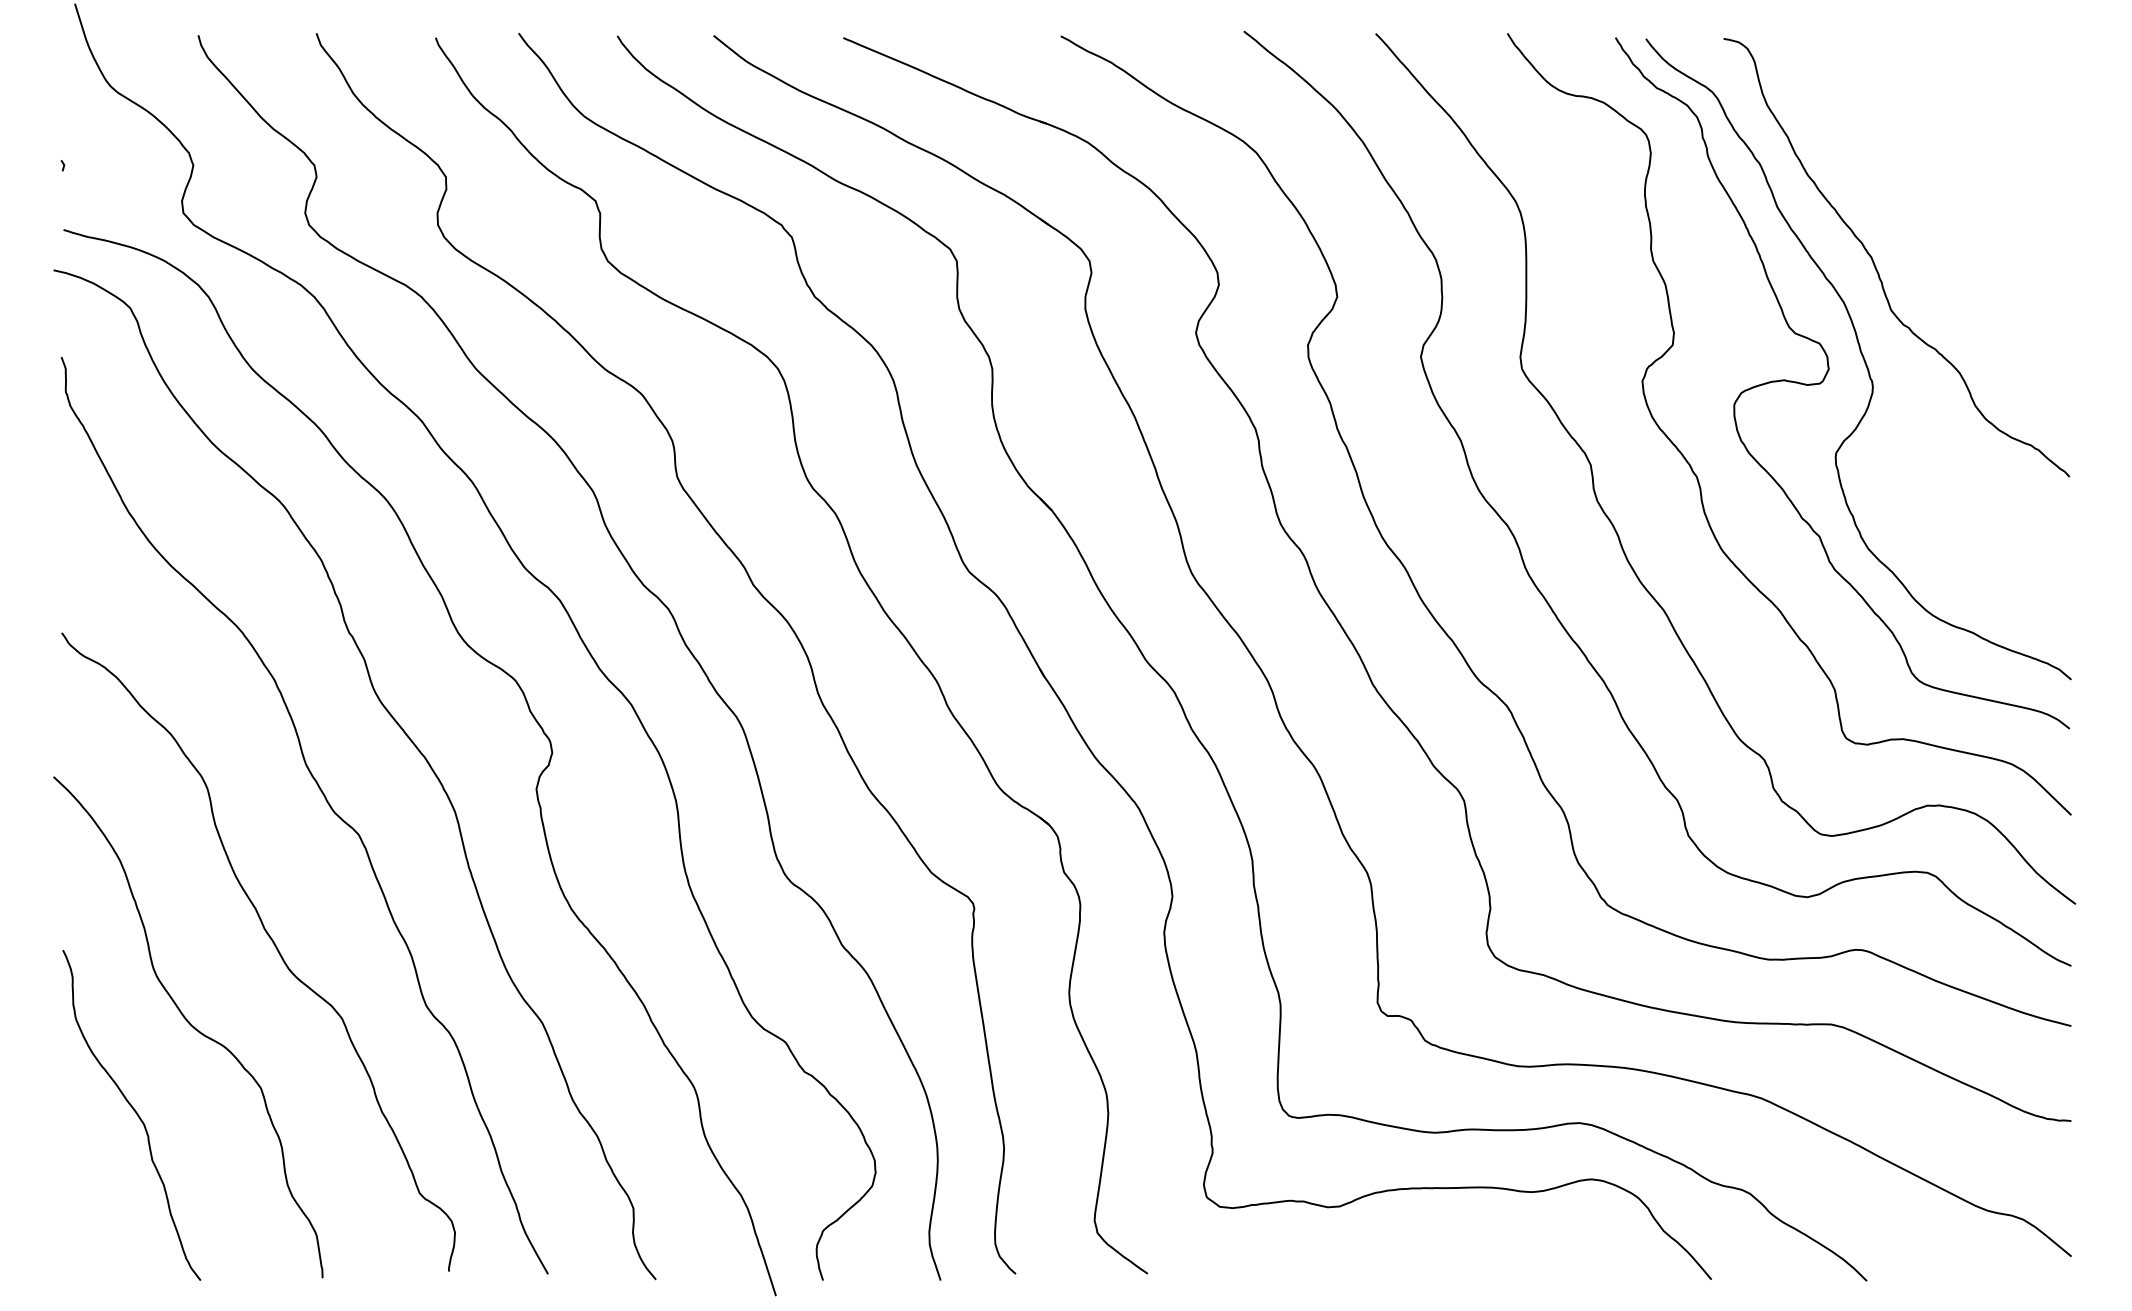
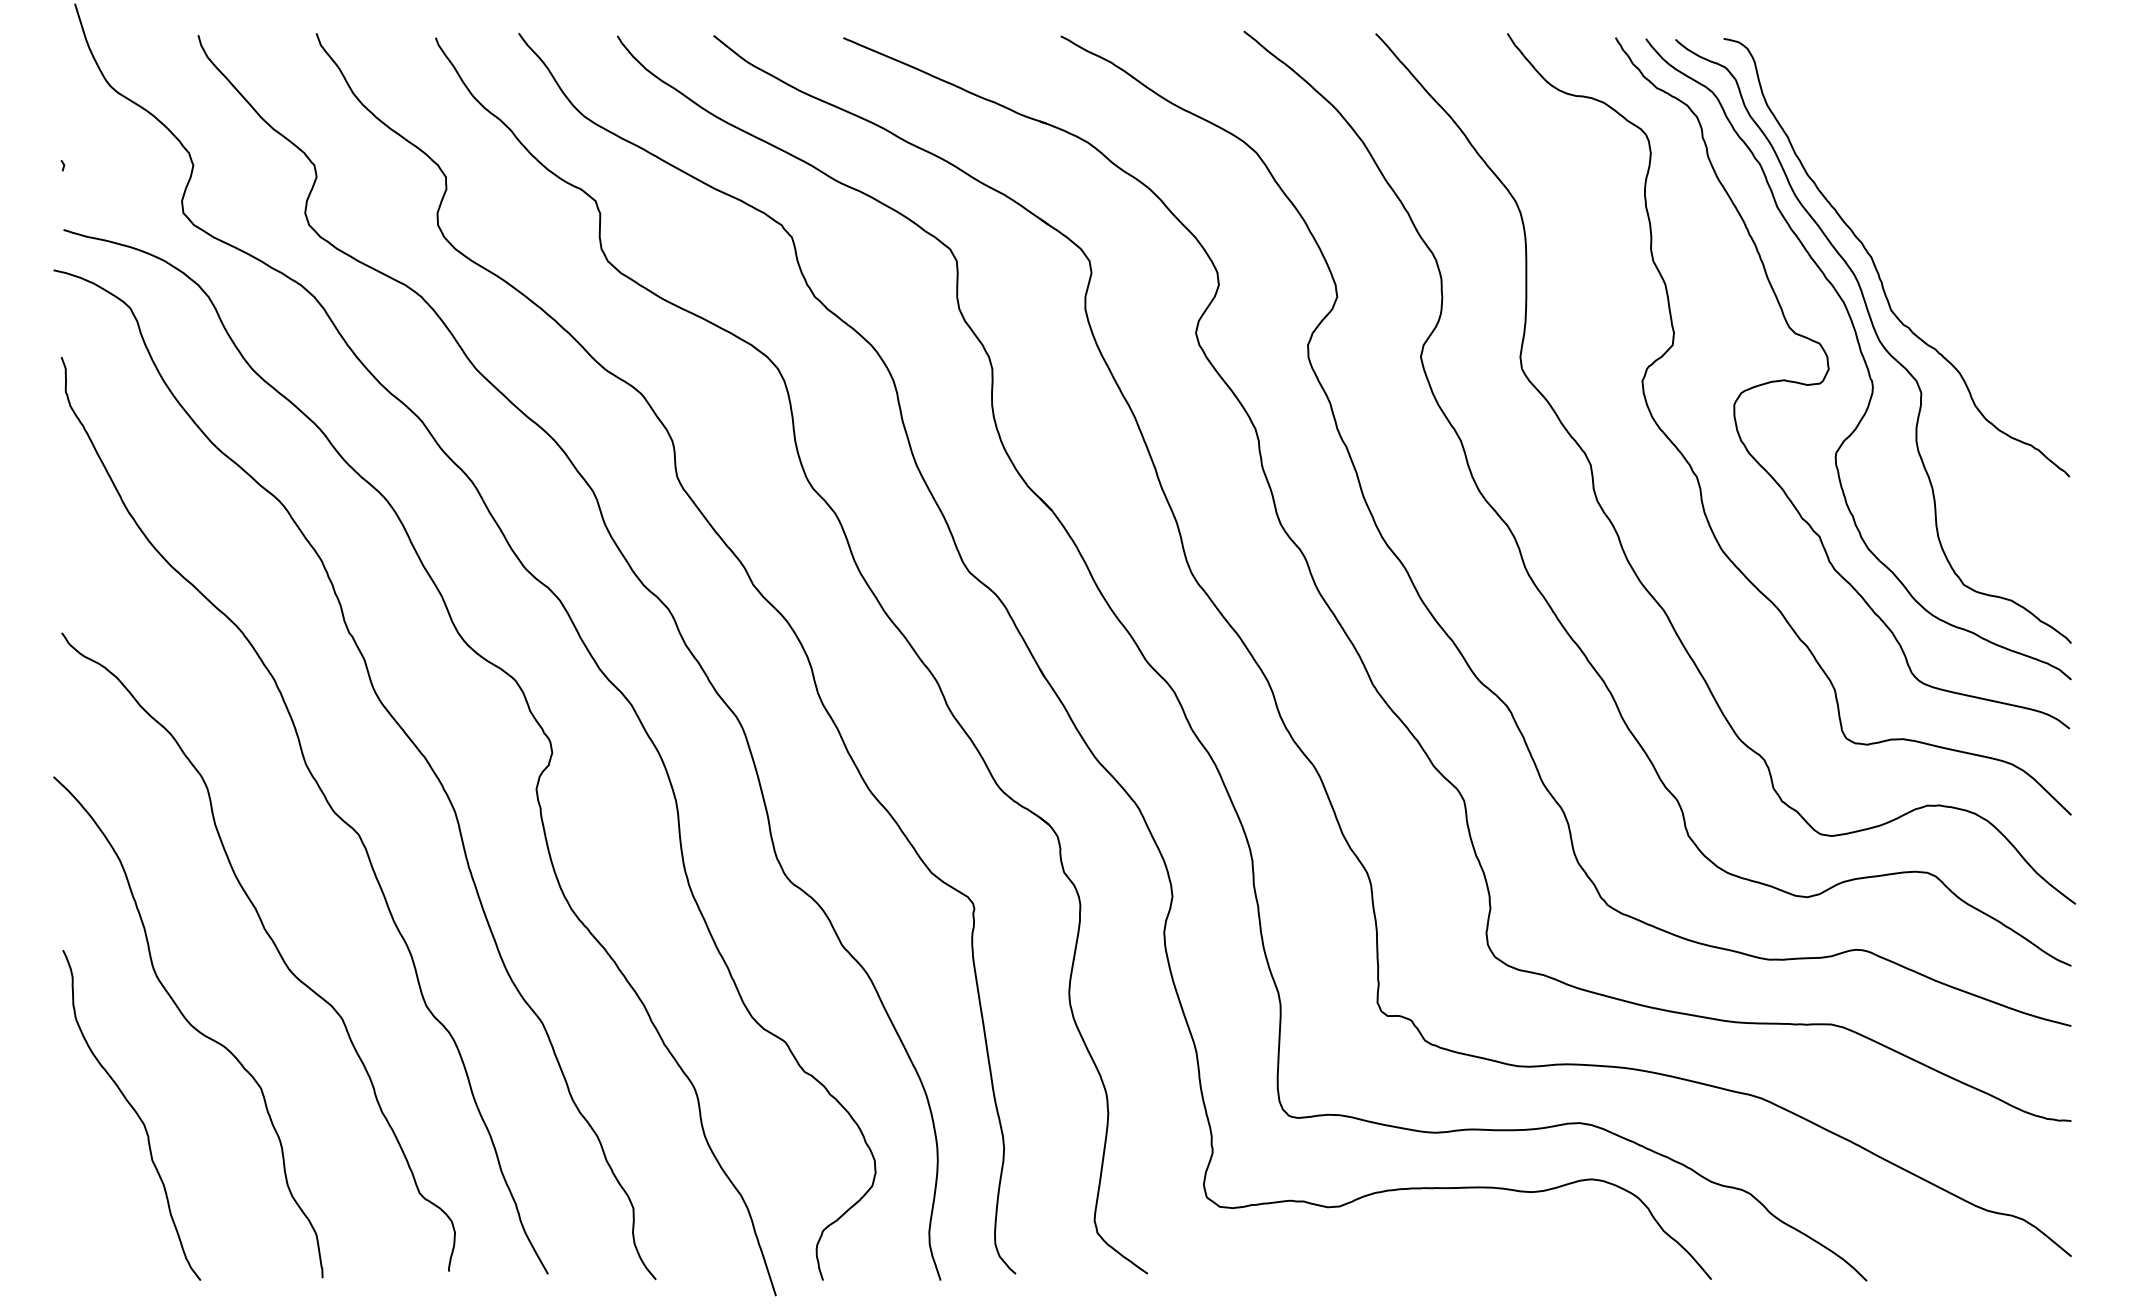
curve at (1877, 339): none -> present
